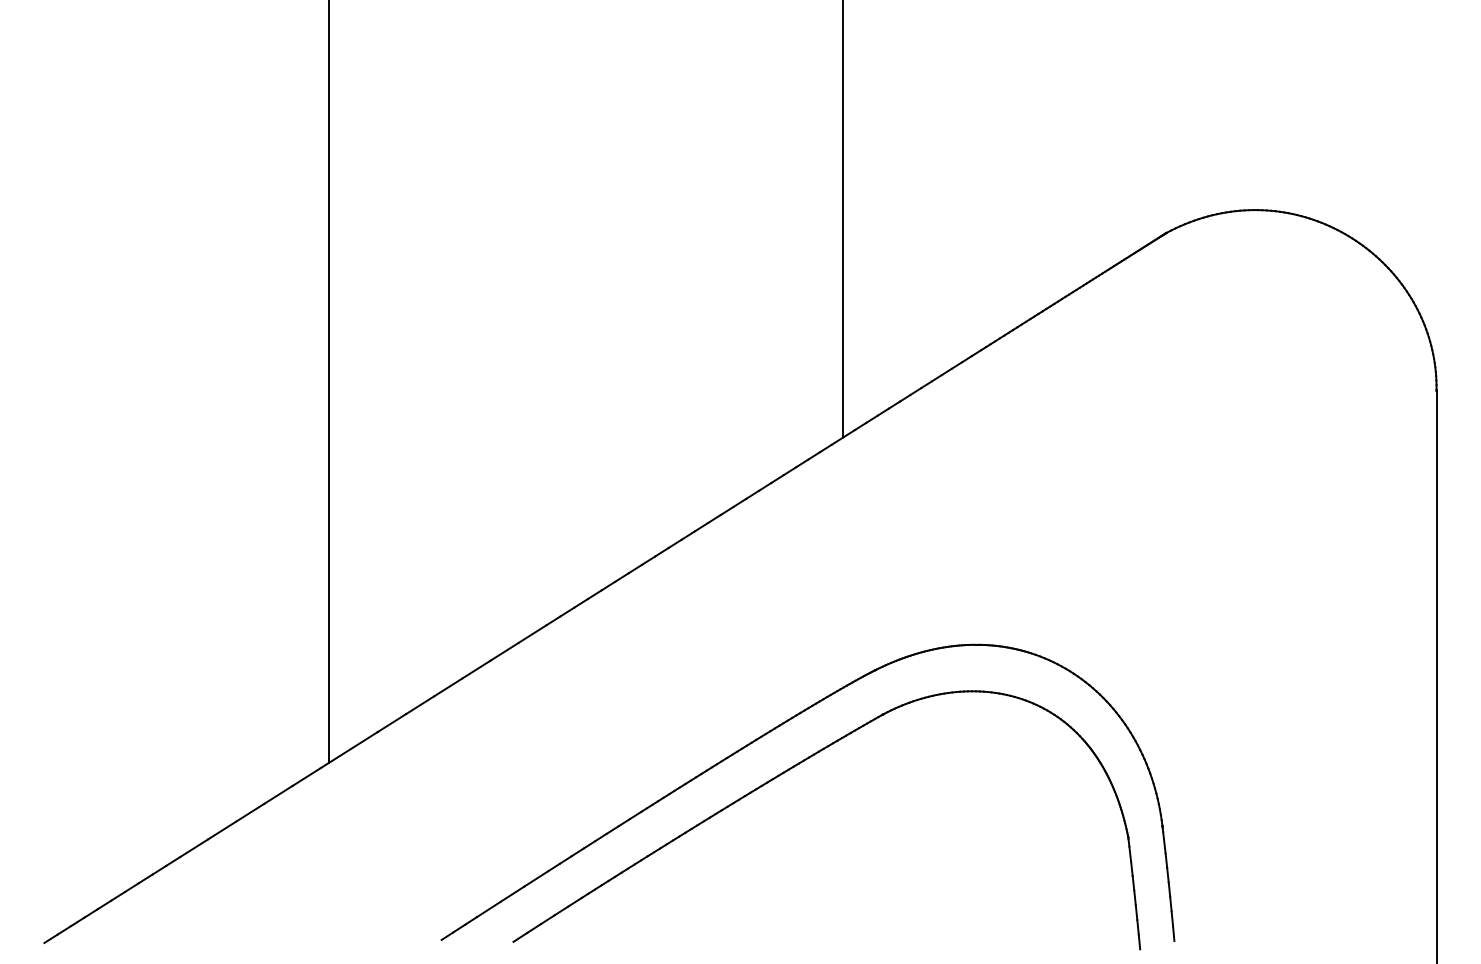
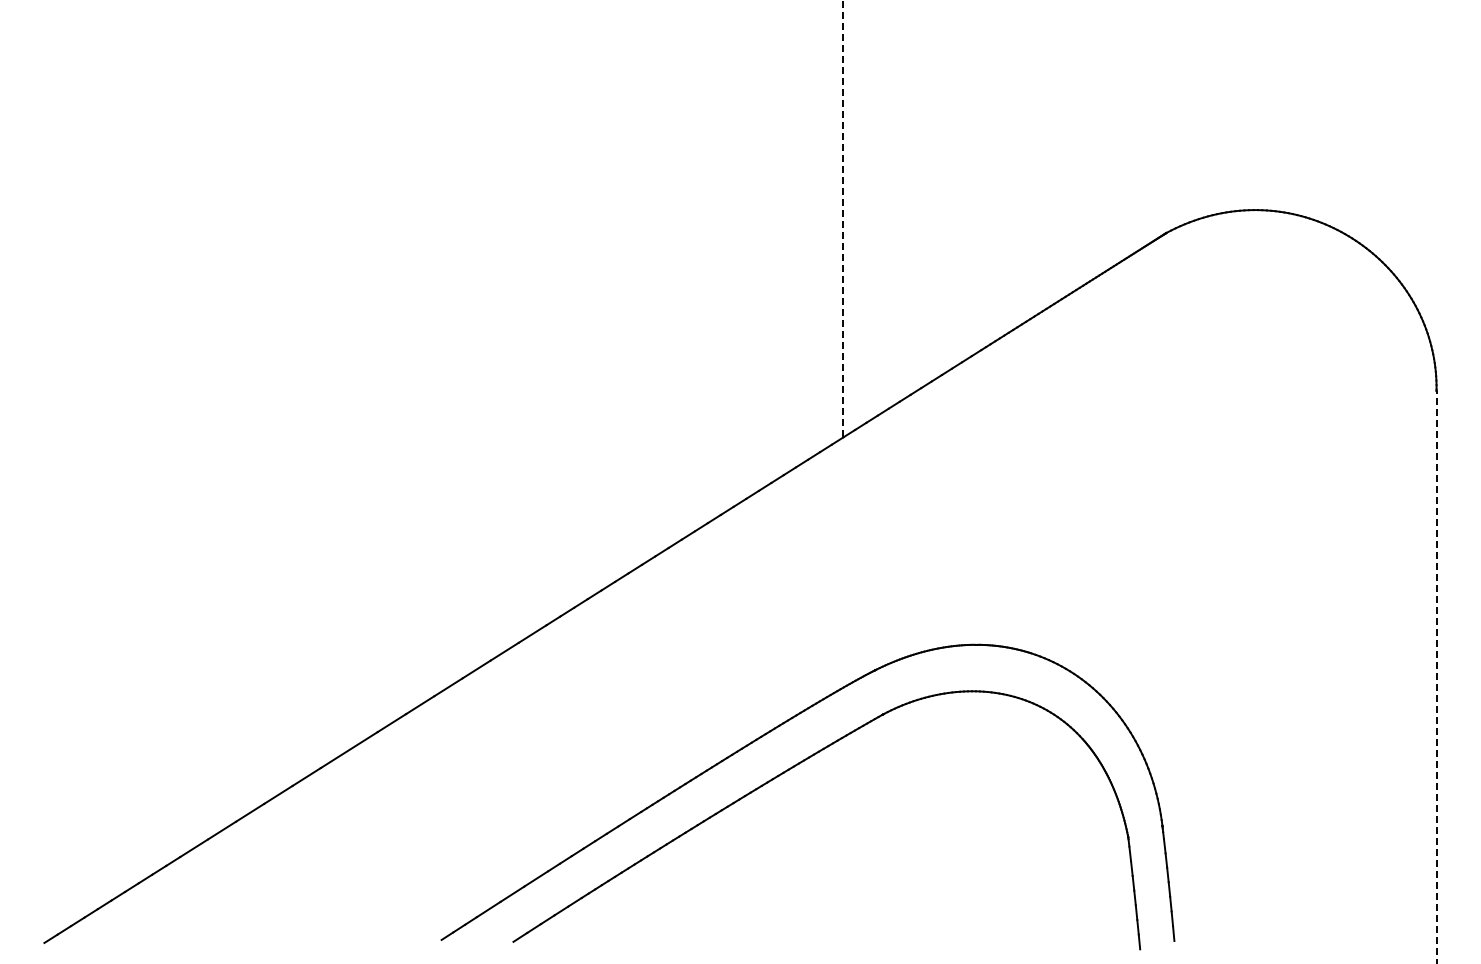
line at (843, 218): solid -> dashed
line at (328, 382): present -> none
line at (1436, 677): solid -> dashed
